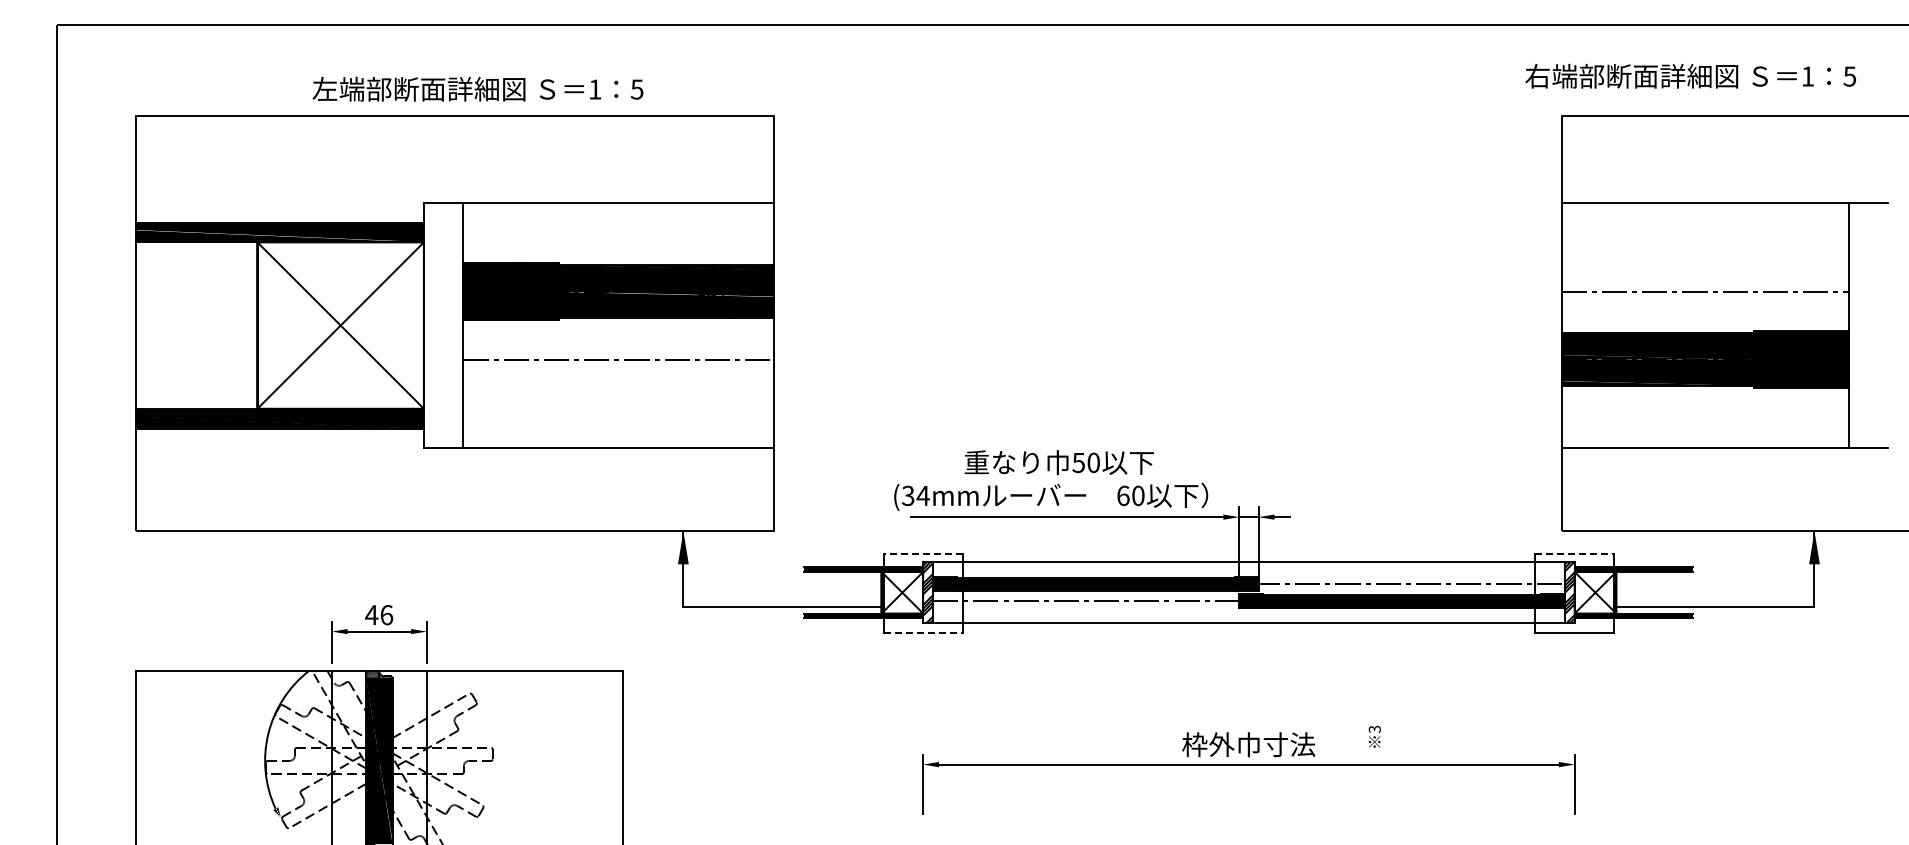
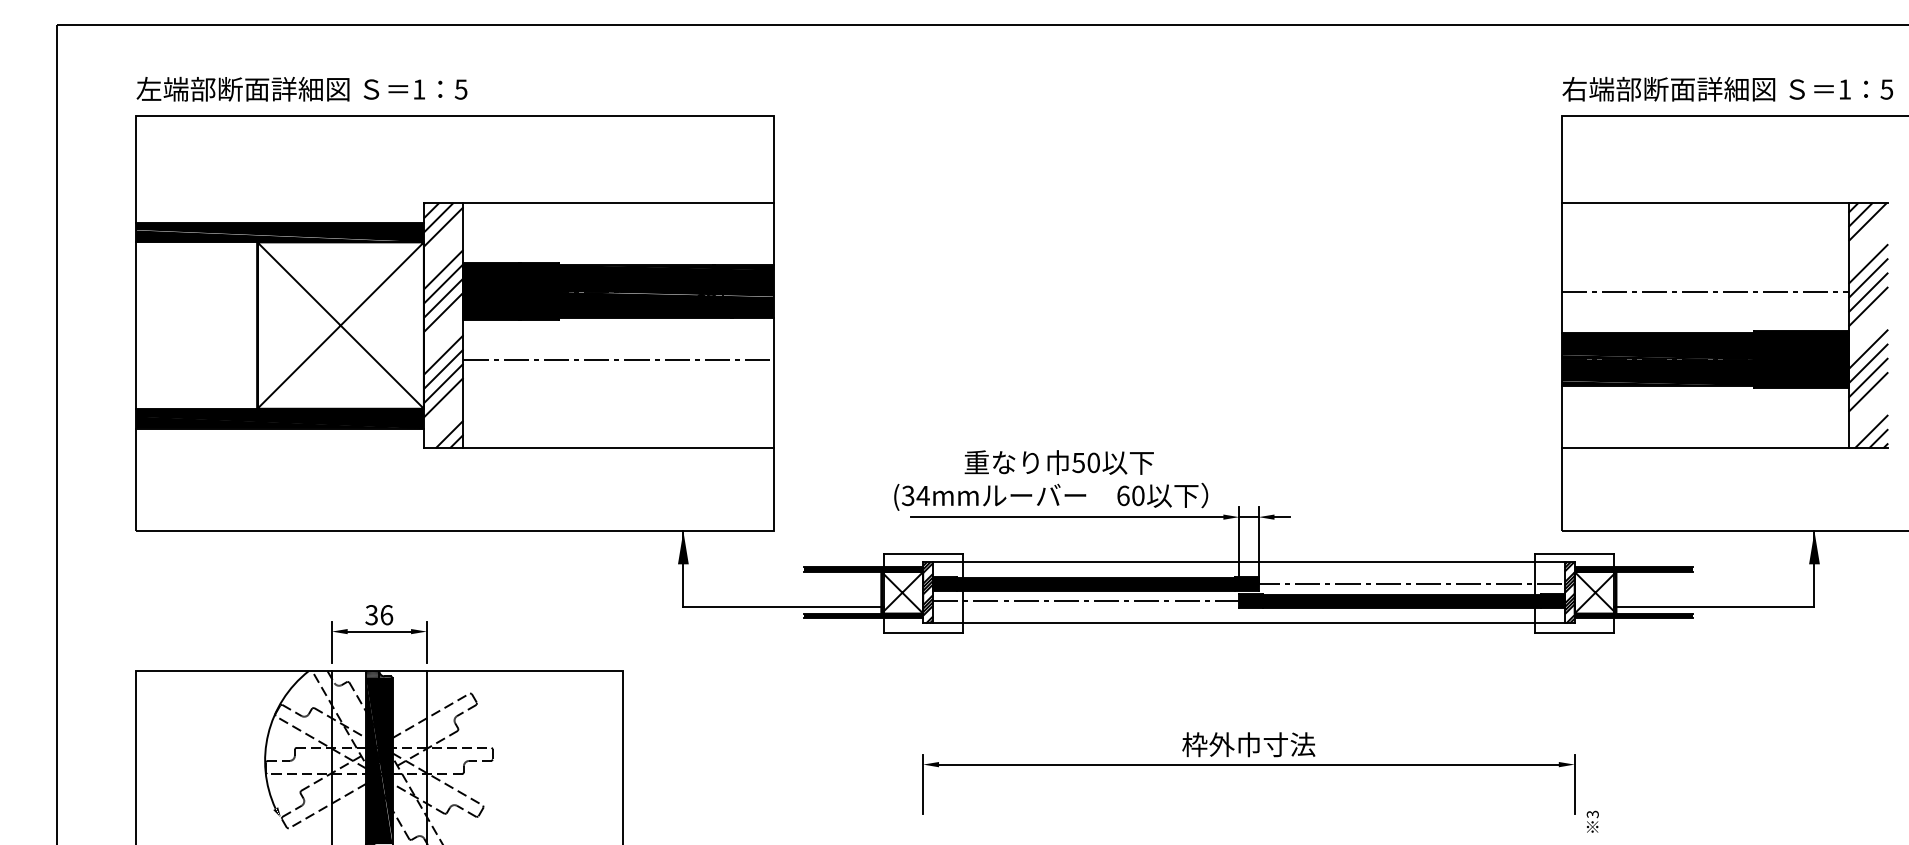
text at (1690, 75) position: (1690, 75) -> (1727, 88)
text at (477, 88) position: (477, 88) -> (301, 88)
hatch at (443, 325): none -> present
hatch at (1868, 325): none -> present
line at (923, 553): dashed -> solid
line at (1574, 553): dashed -> solid
text at (371, 615): 46 -> 36
line at (923, 632): dashed -> solid
text at (1374, 736) position: (1374, 736) -> (1592, 821)
